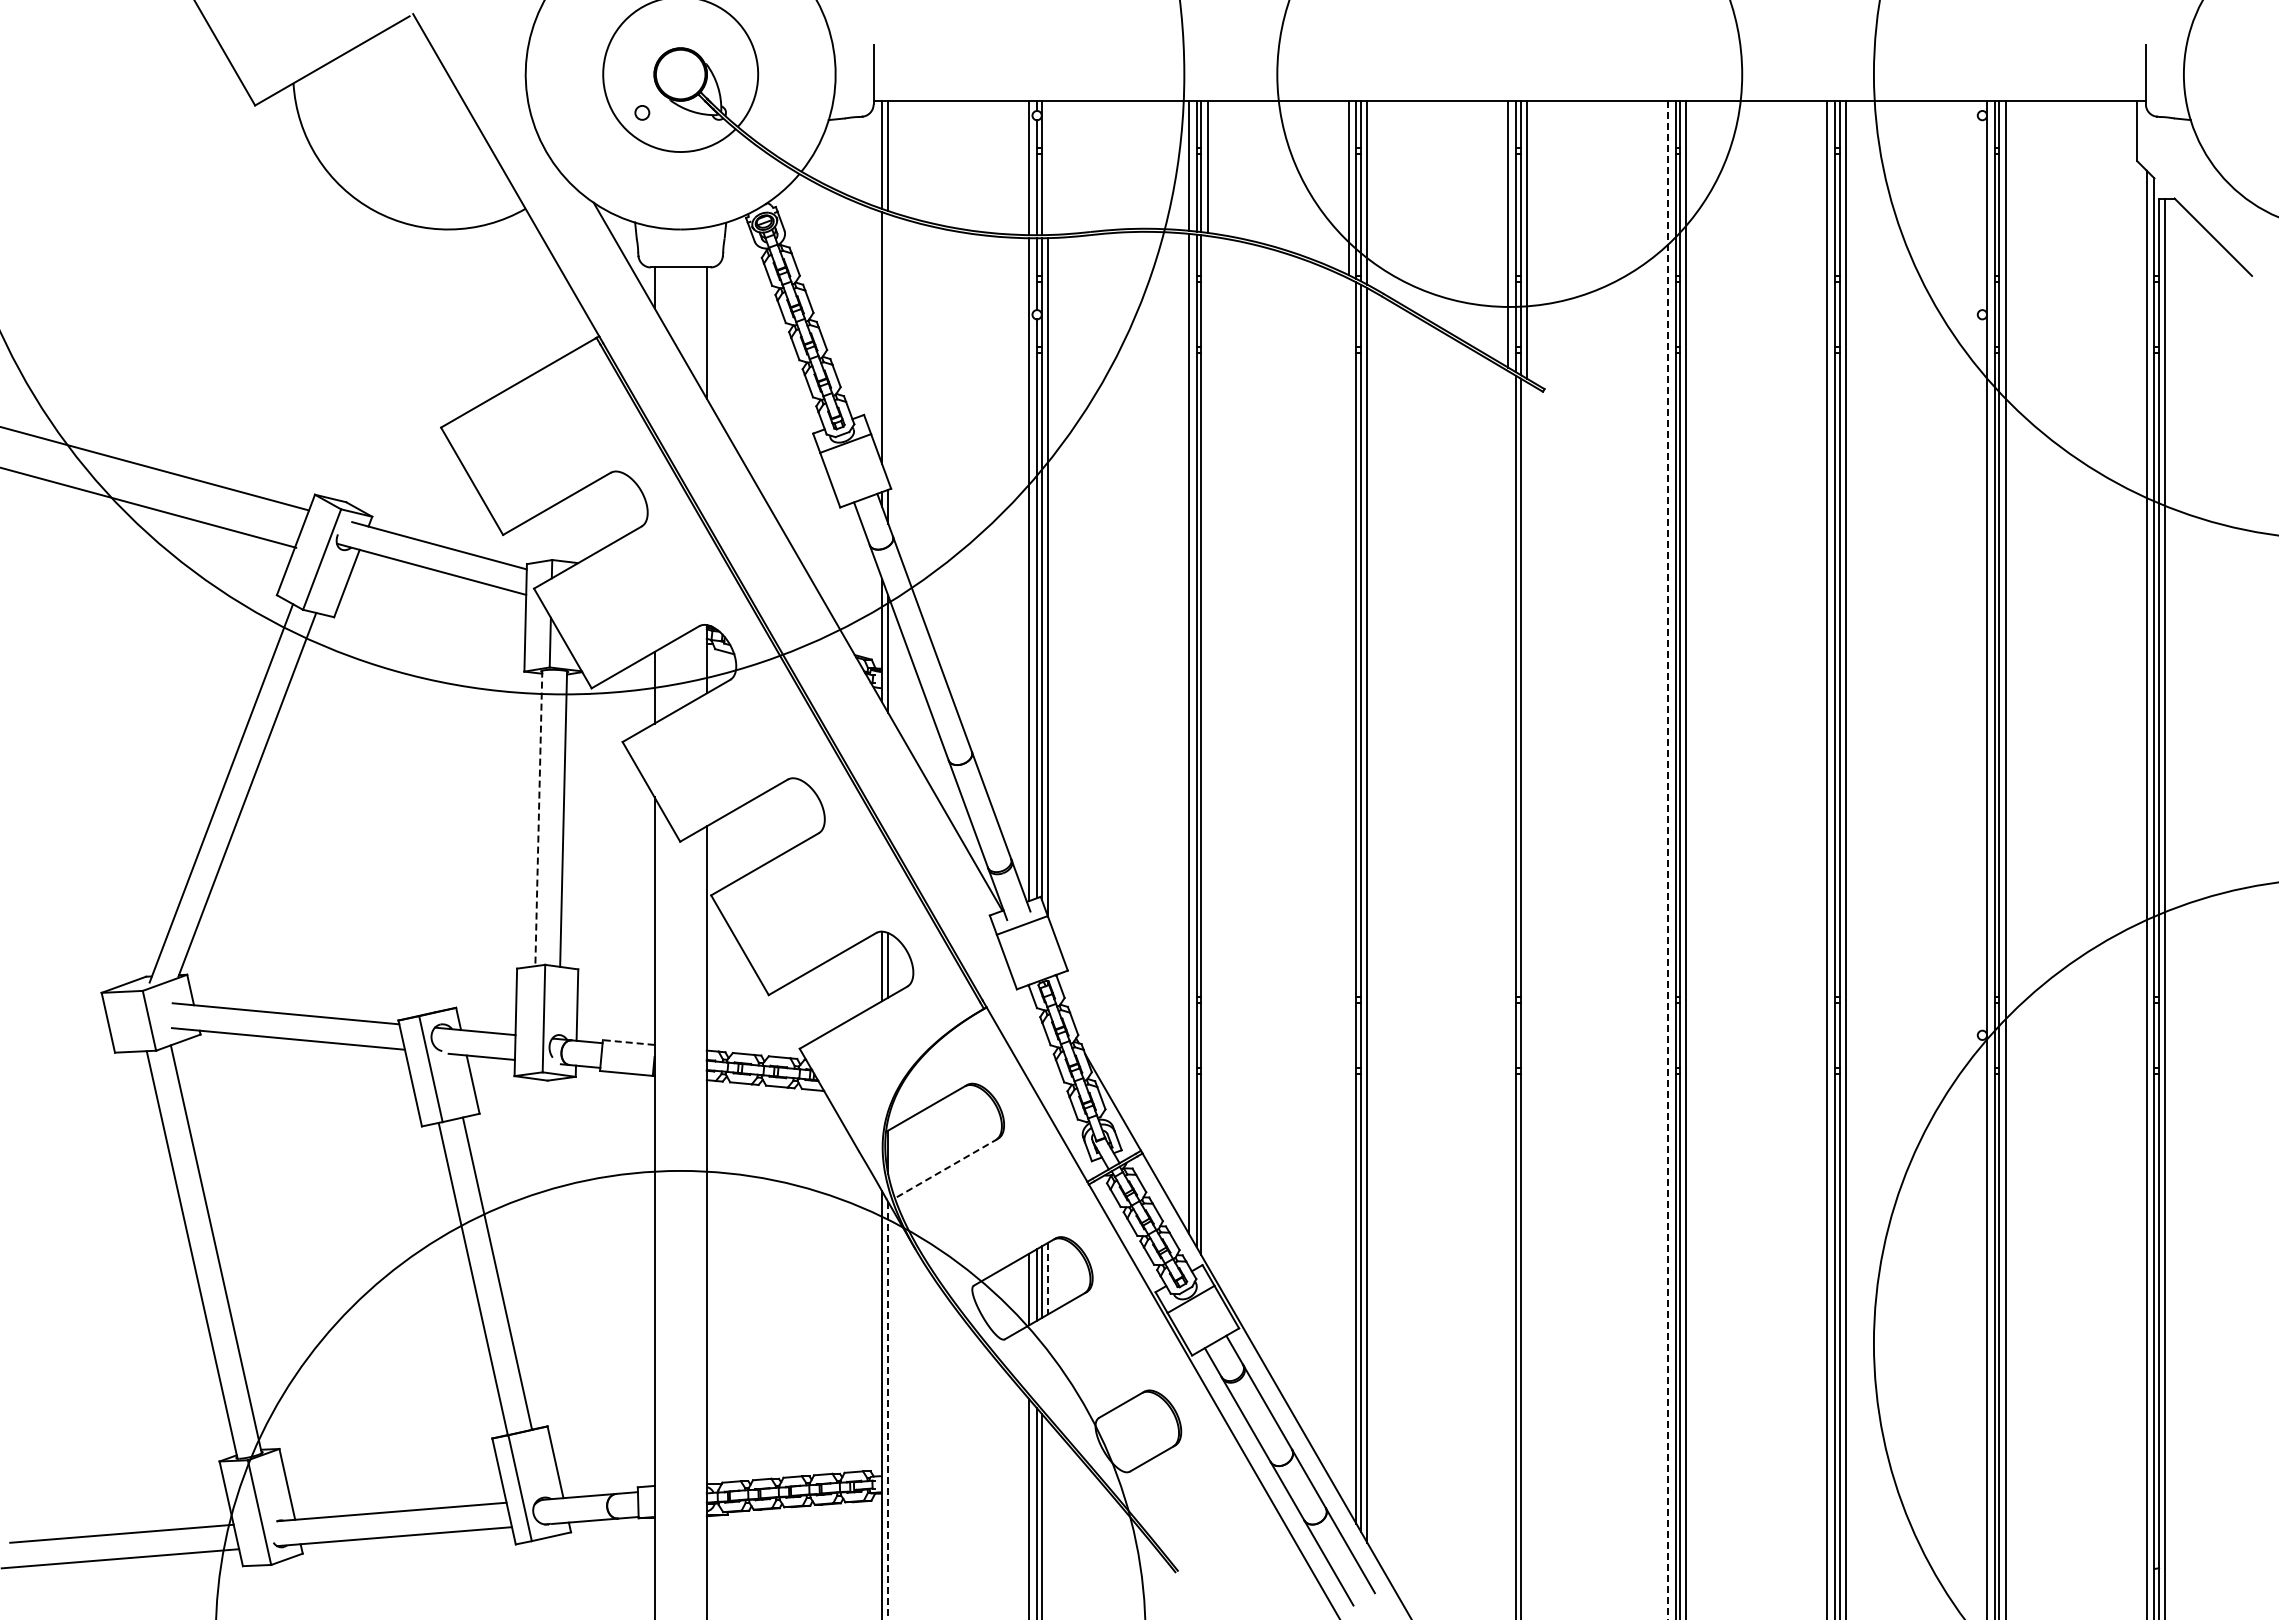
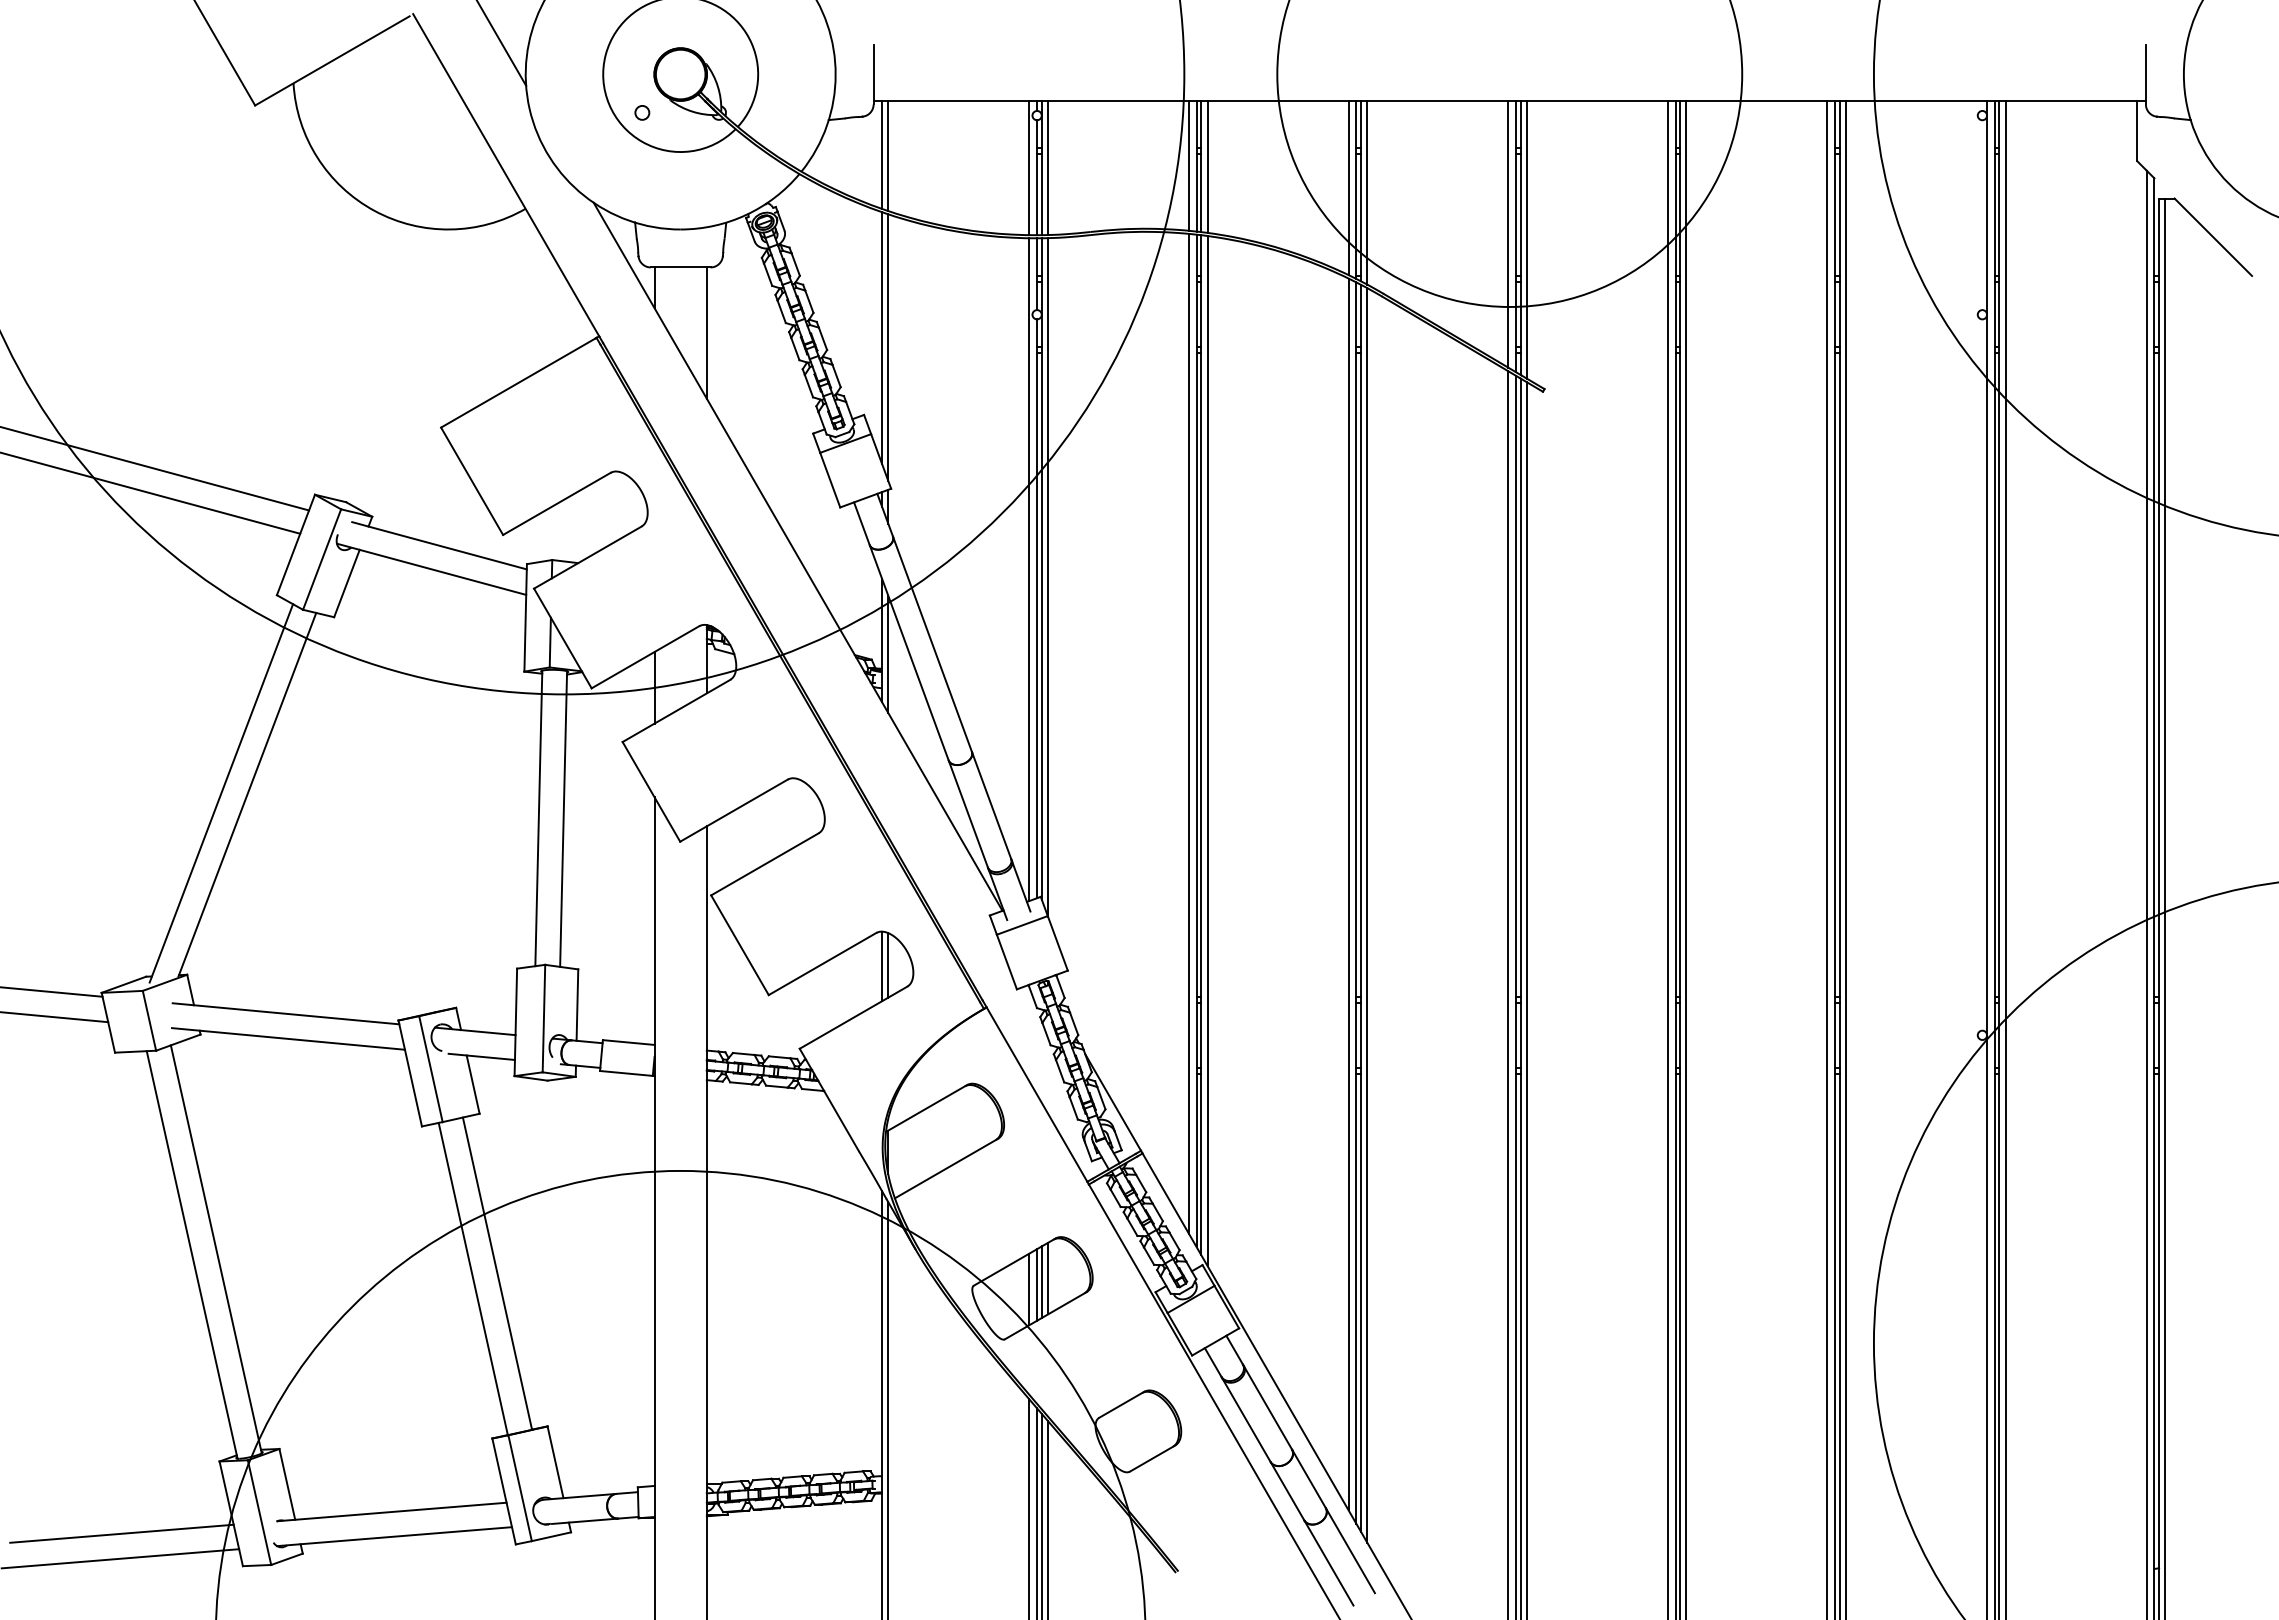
line at (502, 43): none -> present
line at (1047, 167): none -> present
line at (888, 347): none -> present
line at (149, 507) position: (149, 507) -> (151, 493)
line at (1207, 751): none -> present
line at (538, 818): dashed -> solid
line at (1667, 860): dashed -> solid
line at (1348, 894): none -> present
line at (52, 991): none -> present
line at (1508, 993): none -> present
line at (1526, 999): none -> present
line at (55, 1017): none -> present
line at (628, 1042): dashed -> solid
line at (946, 1168): dashed -> solid
line at (1047, 1278): dashed -> solid
line at (888, 1411): dashed -> solid
line at (1047, 1518): none -> present
